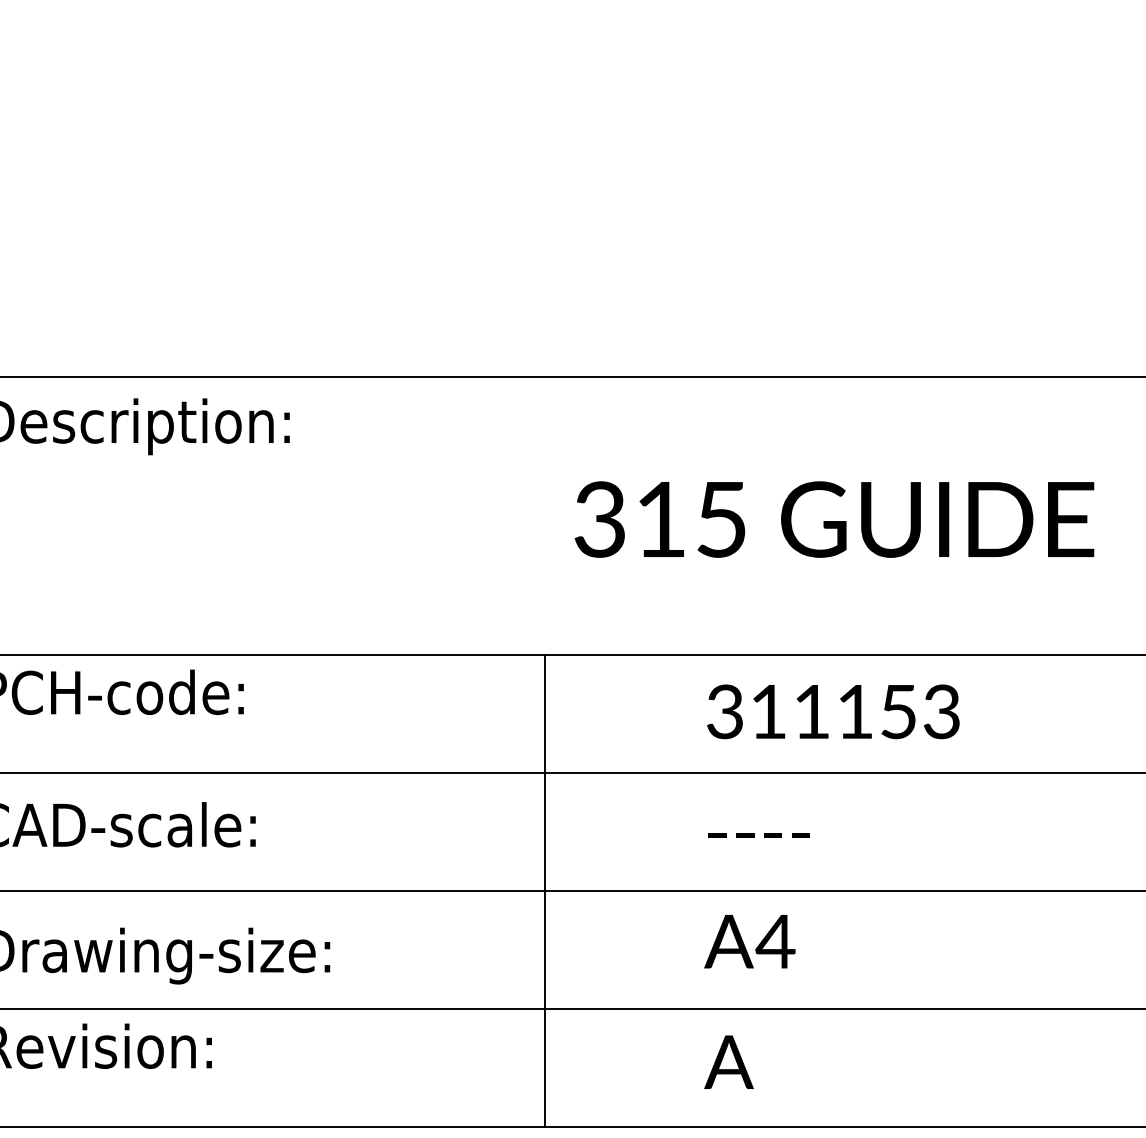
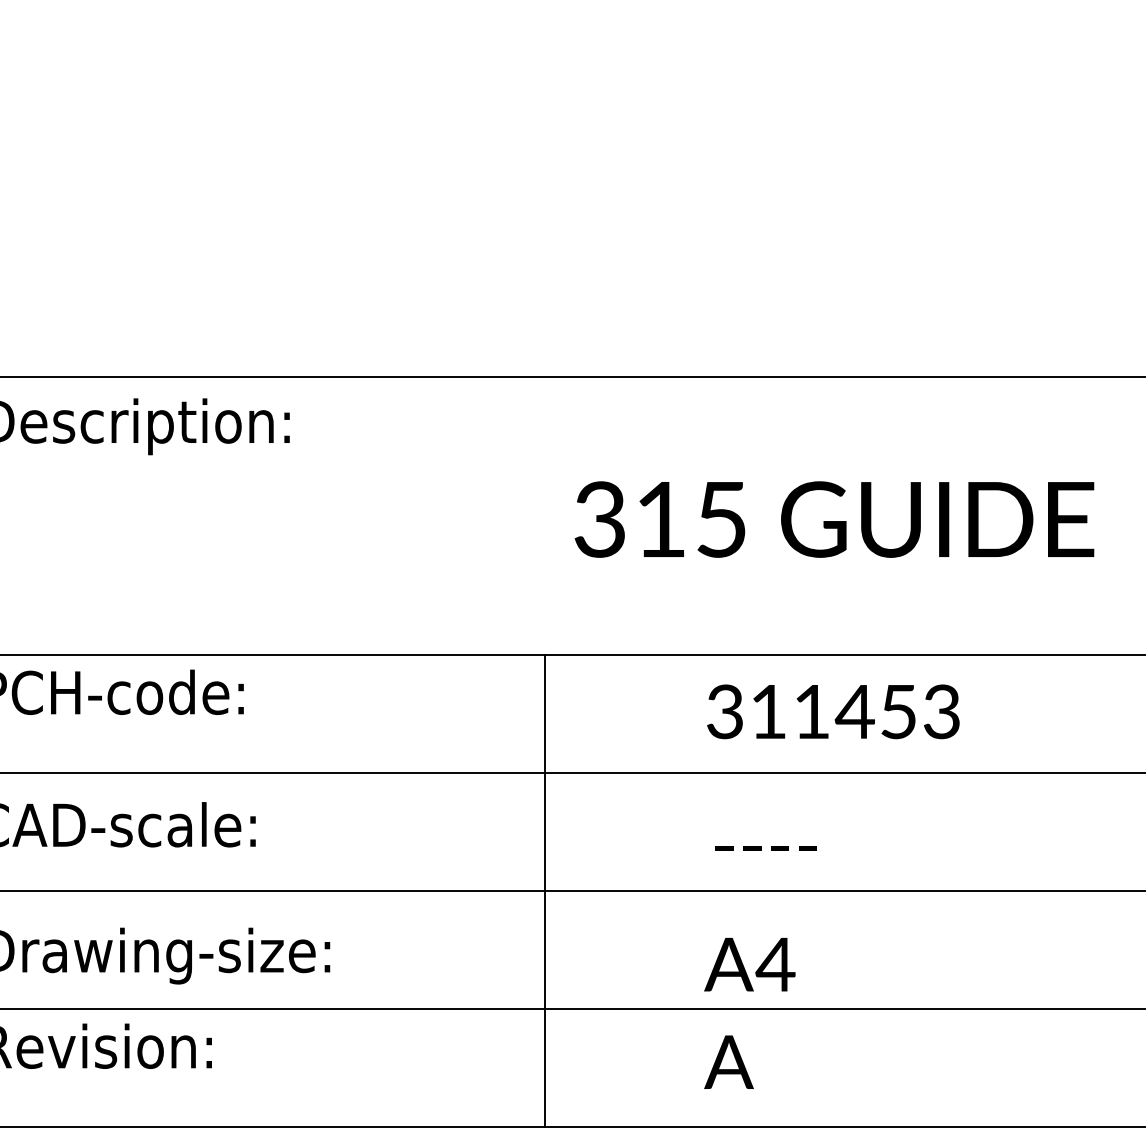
text at (854, 711): 311153 -> 311453
text at (758, 835) position: (758, 835) -> (765, 848)
text at (749, 941) position: (749, 941) -> (749, 964)
